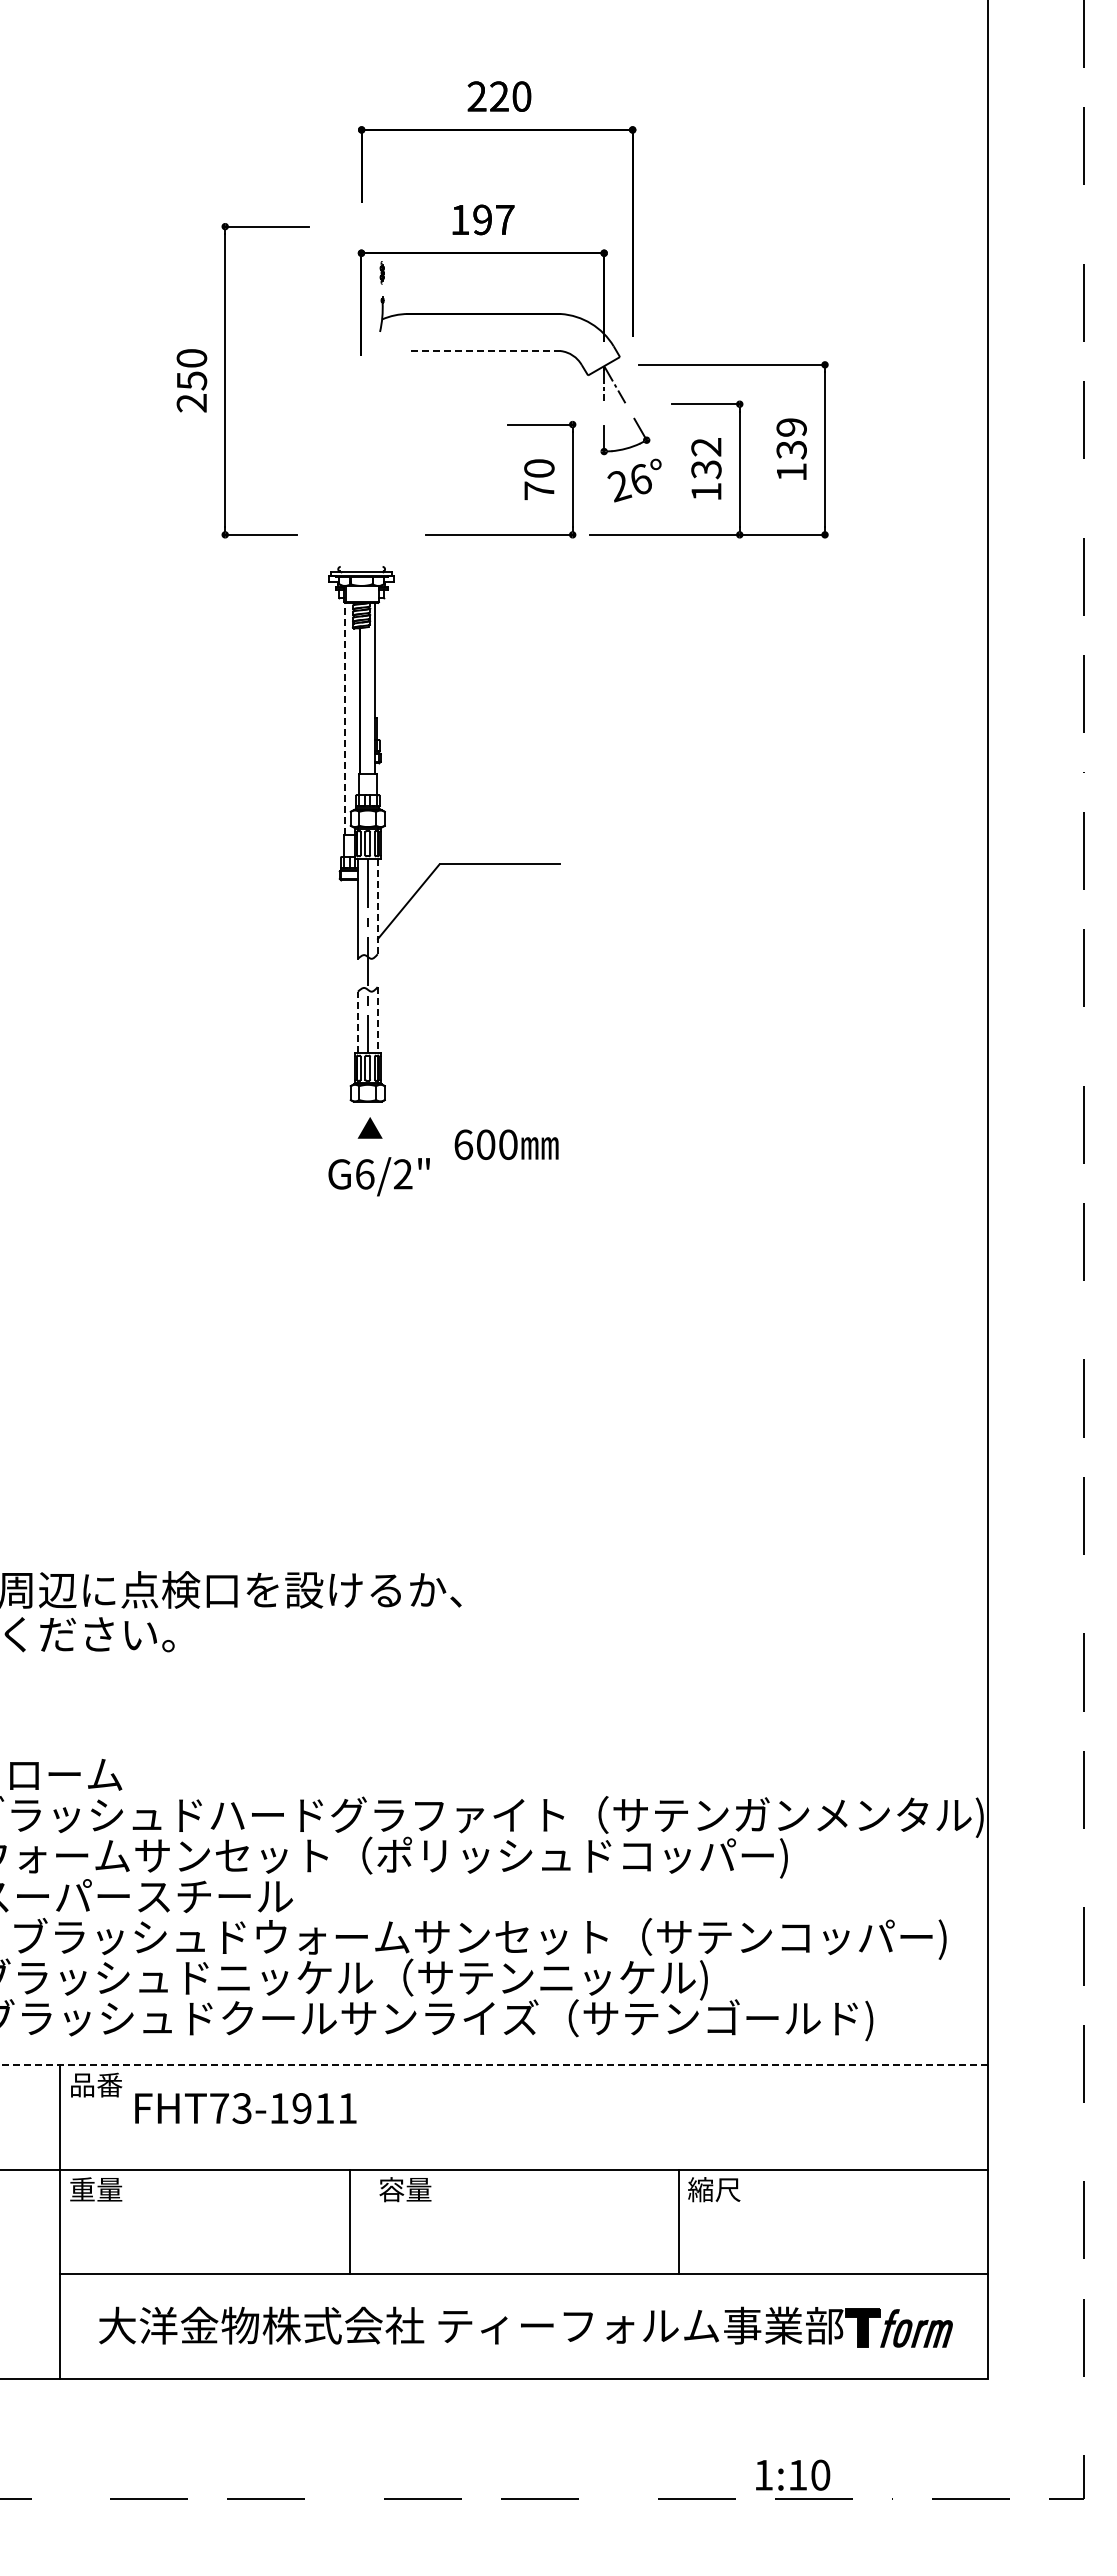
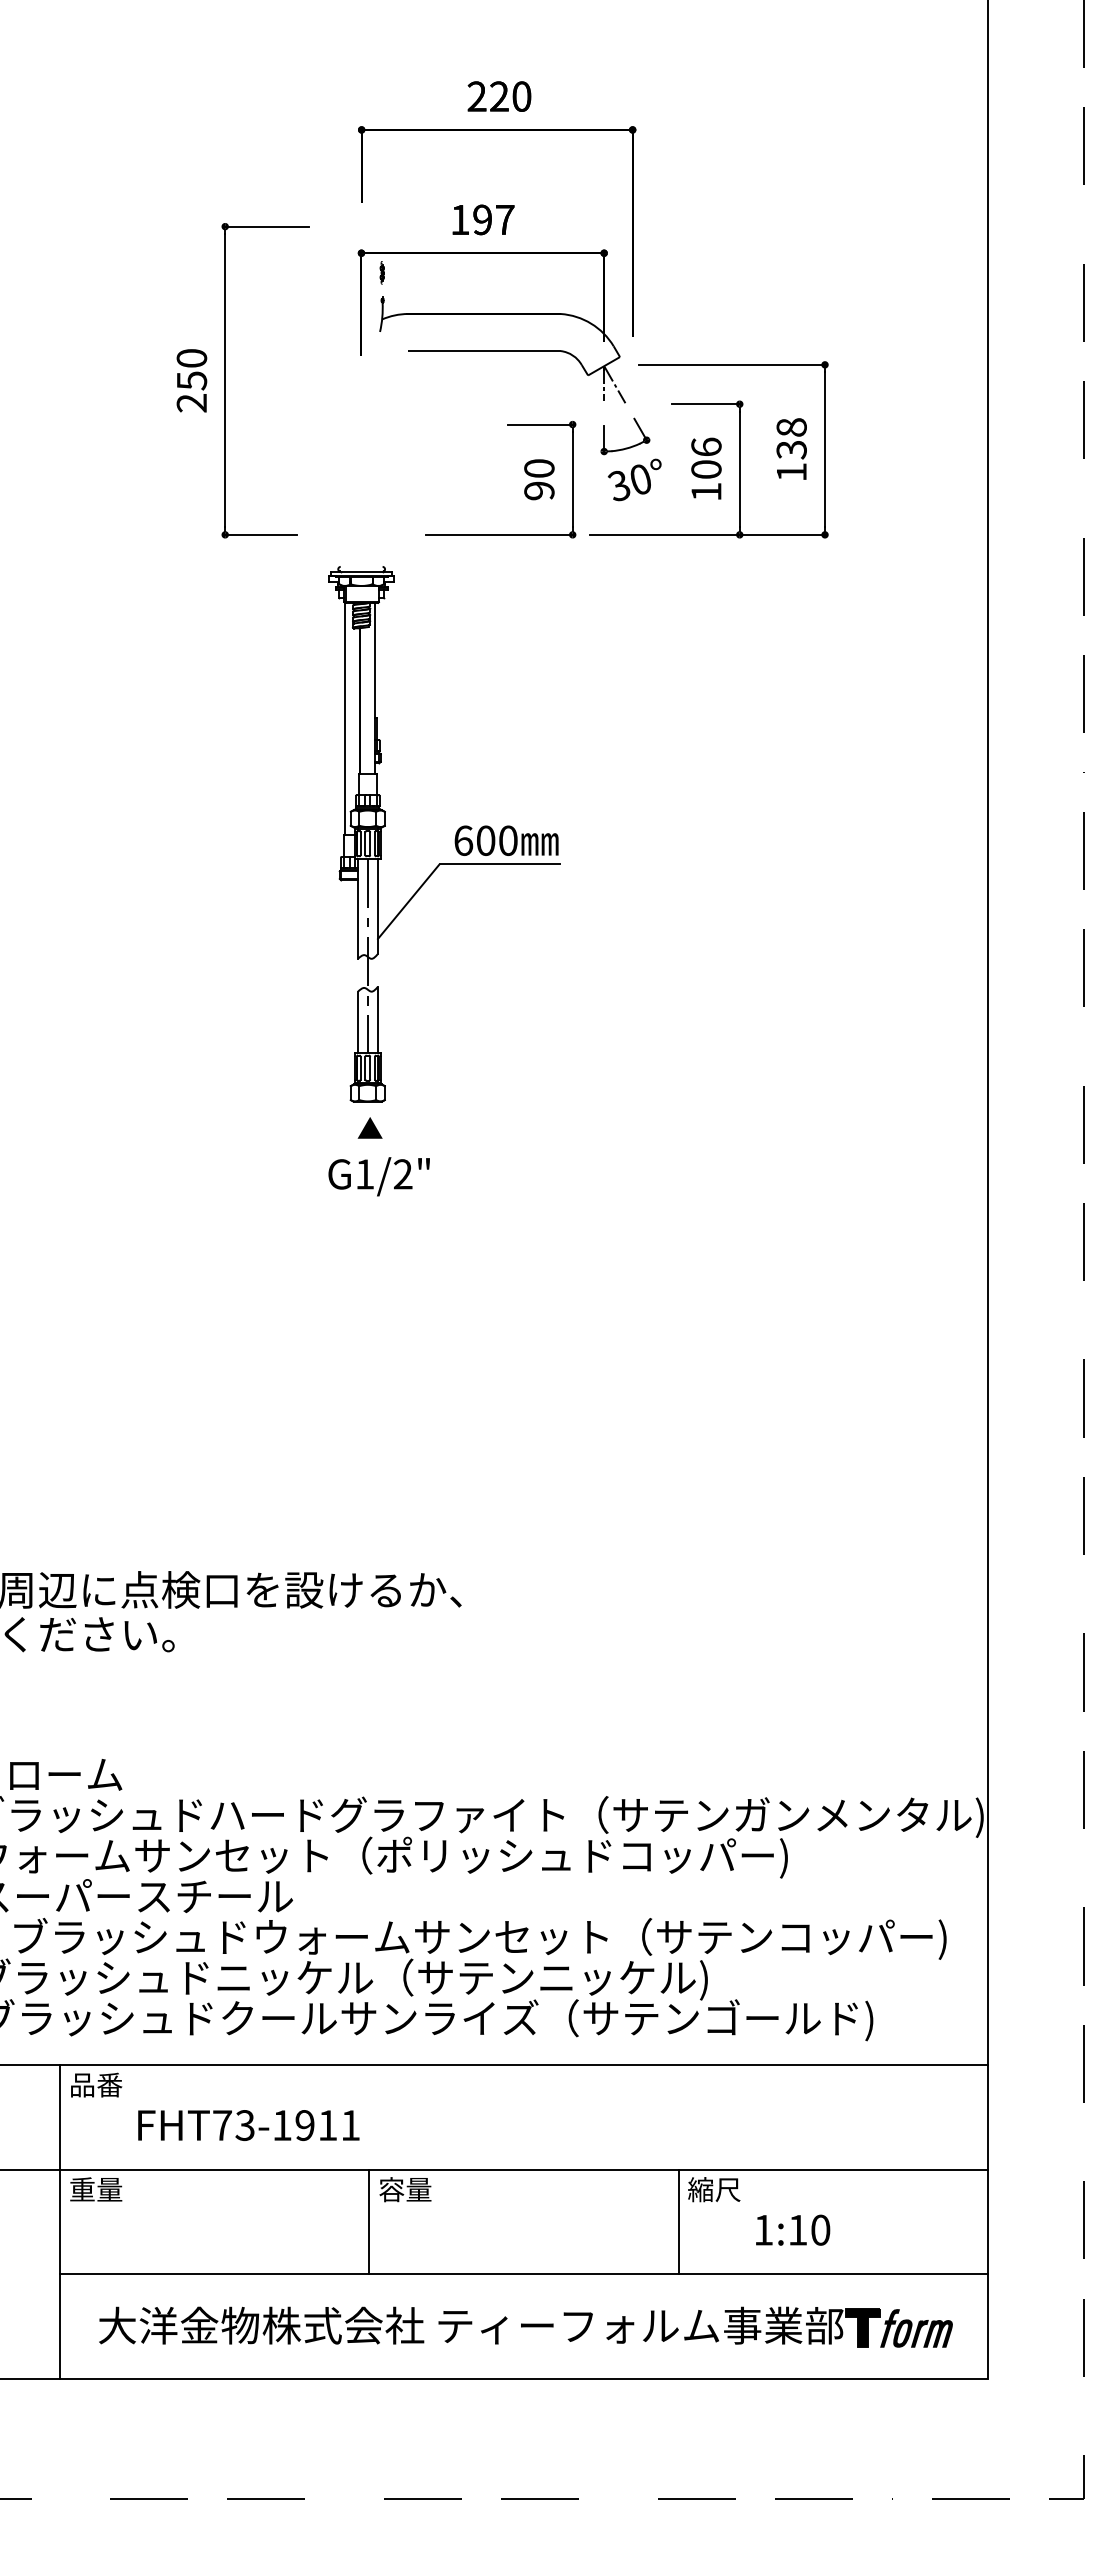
line at (483, 351): dashed -> solid
text at (791, 427): 139 -> 138
text at (706, 458): 132 -> 106
text at (629, 483): 26° -> 30°
text at (539, 490): 70 -> 90
line at (345, 718): dashed -> solid
line at (377, 906): dashed -> solid
line at (377, 1020): dashed -> solid
line at (357, 1022): dashed -> solid
text at (506, 1144) position: (506, 1144) -> (506, 840)
text at (365, 1174): G6/2" -> G1/2"
line at (493, 2064): dashed -> solid
text at (245, 2108) position: (245, 2108) -> (248, 2125)
line at (350, 2221) position: (350, 2221) -> (369, 2221)
text at (793, 2474) position: (793, 2474) -> (793, 2229)
